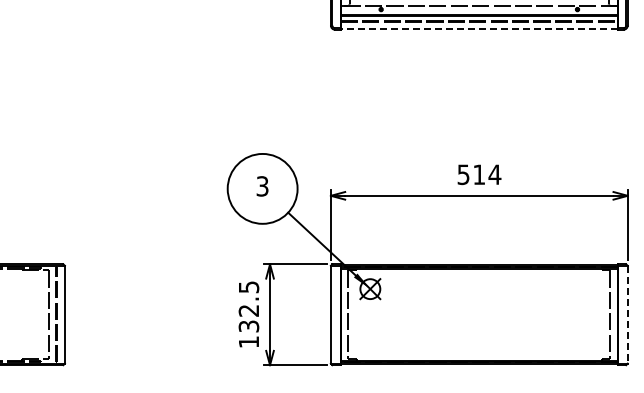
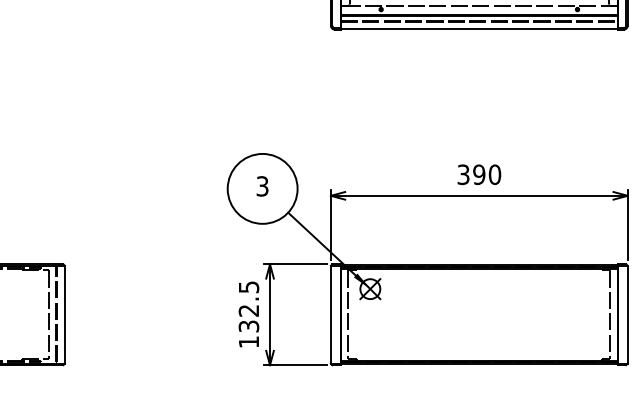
line at (479, 28): dashed -> solid
text at (479, 174): 514 -> 390
line at (627, 314): dashed -> solid
